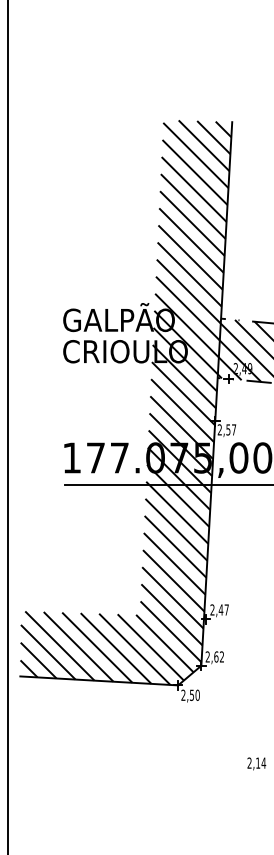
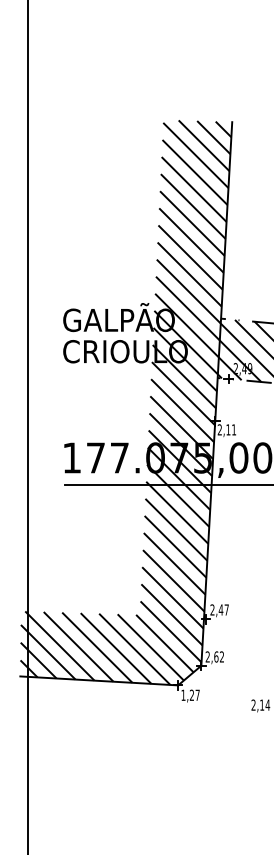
line at (8, 426) position: (8, 426) -> (28, 426)
text at (231, 429): 2,57 -> 2,11
text at (190, 694): 2,50 -> 1,27
text at (256, 763) position: (256, 763) -> (260, 705)
